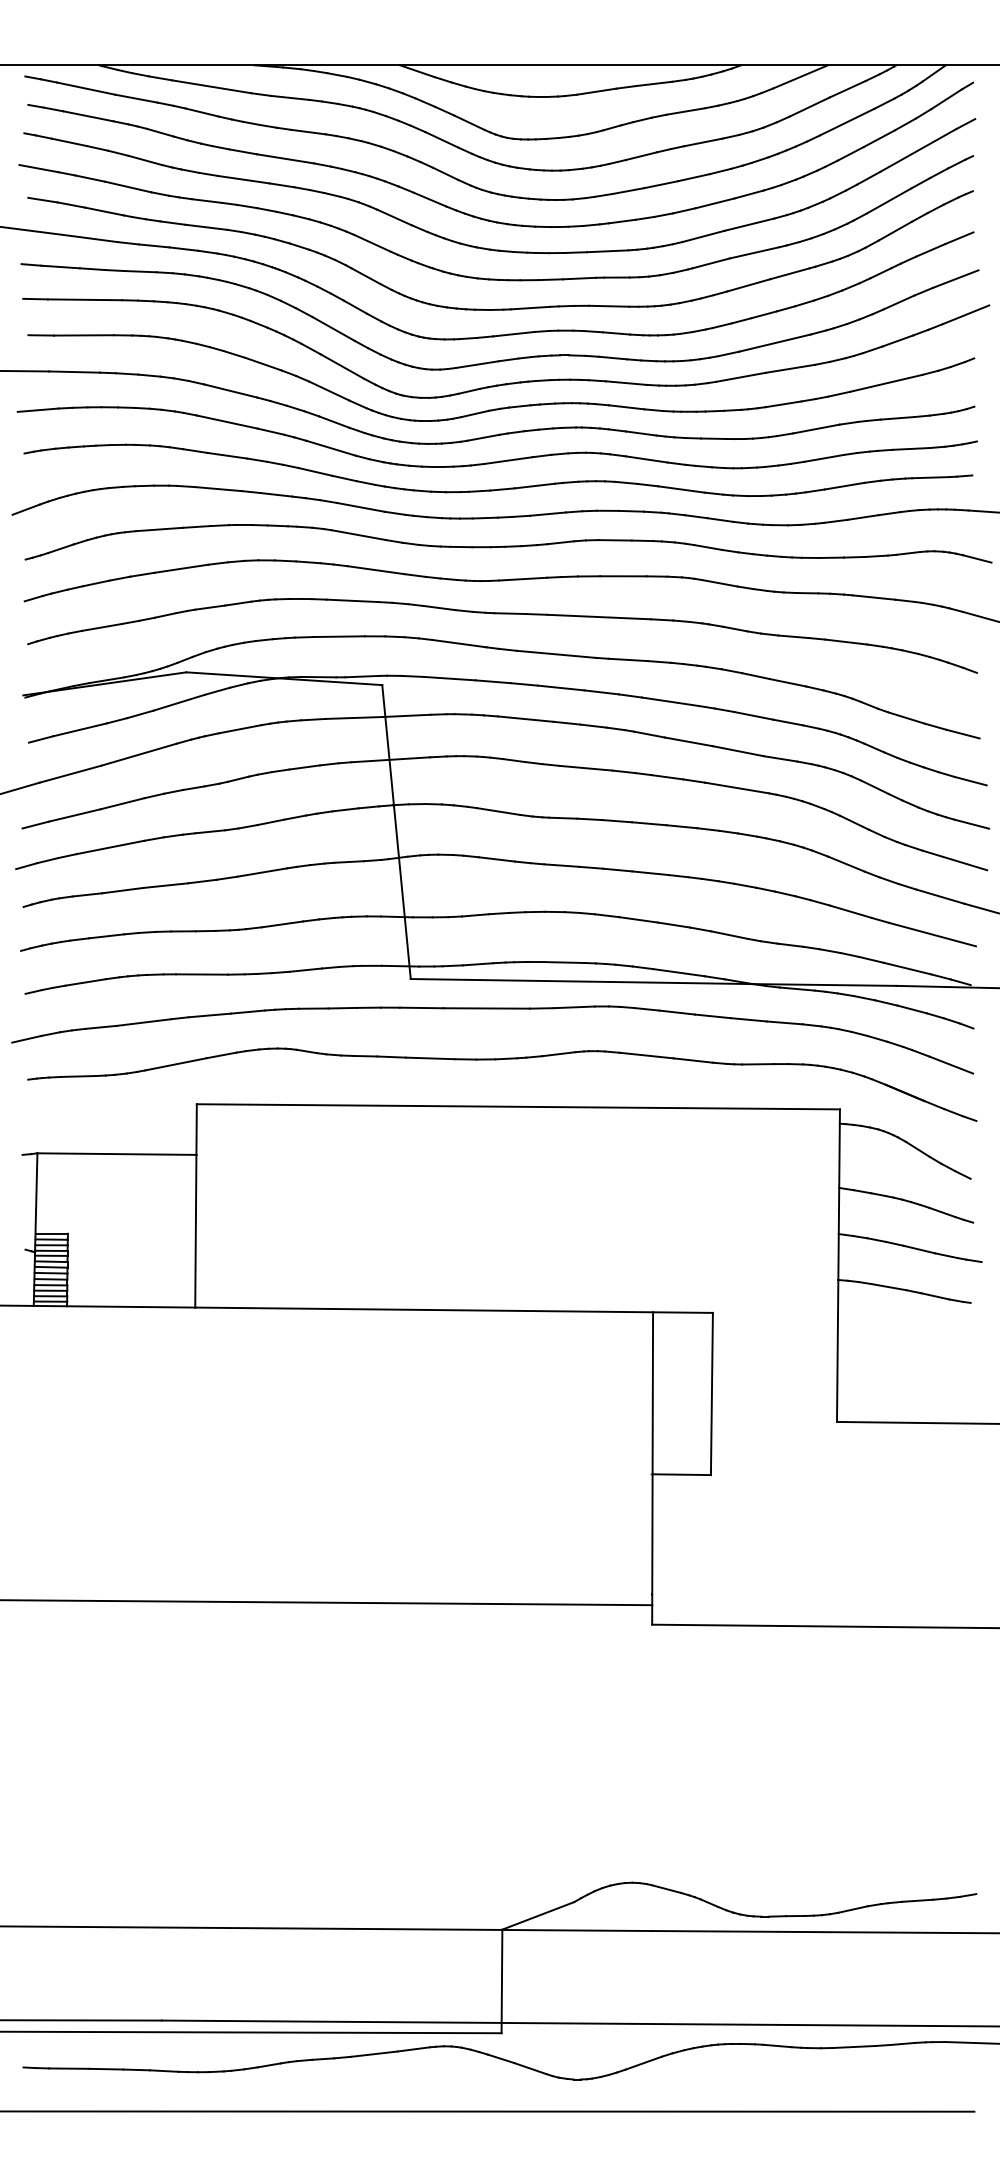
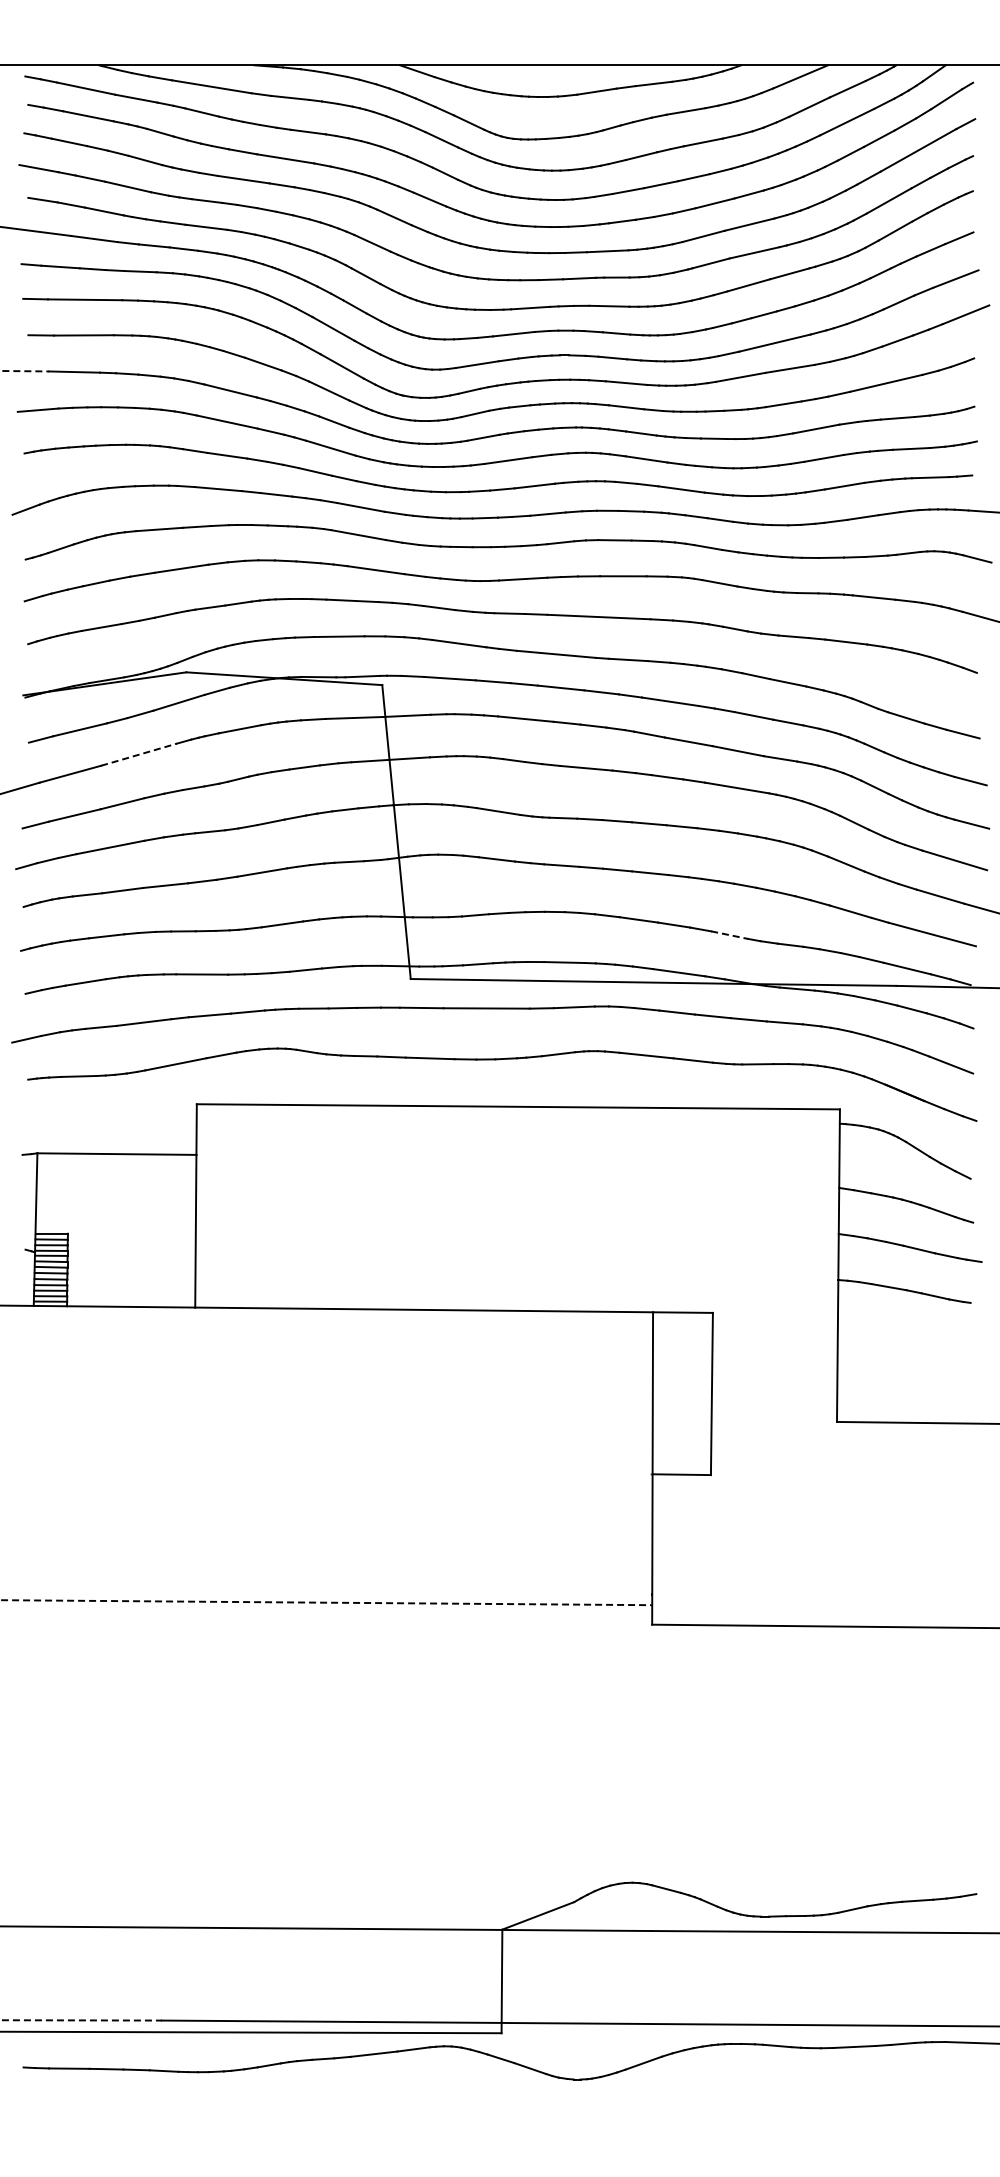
line at (25, 371): solid -> dashed
line at (139, 754): solid -> dashed
line at (729, 935): solid -> dashed
line at (326, 1602): solid -> dashed
line at (81, 2020): solid -> dashed
line at (488, 2111): present -> none
